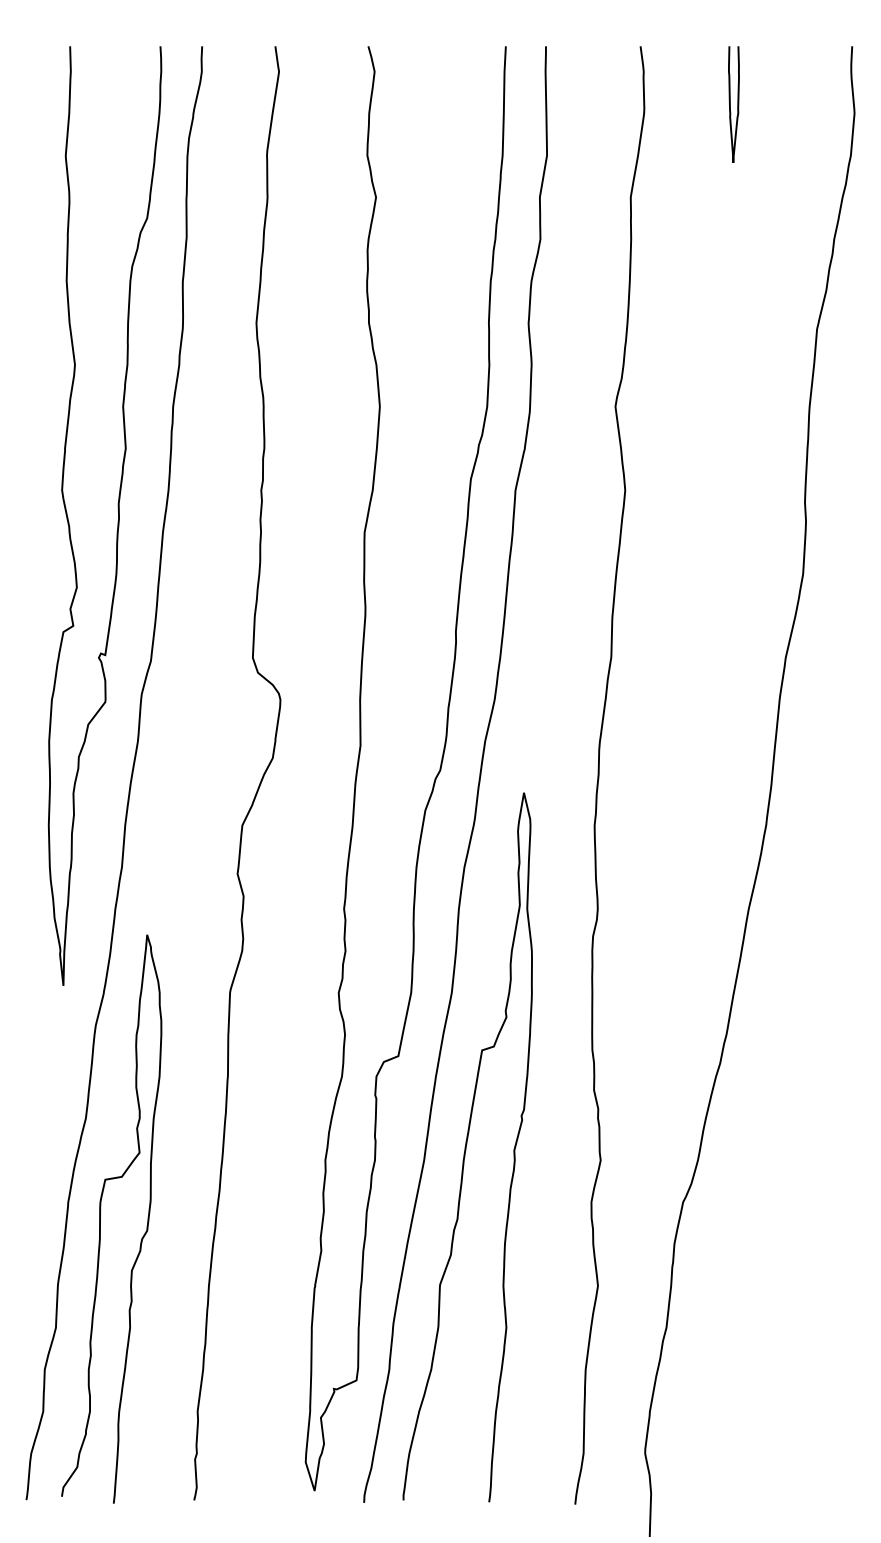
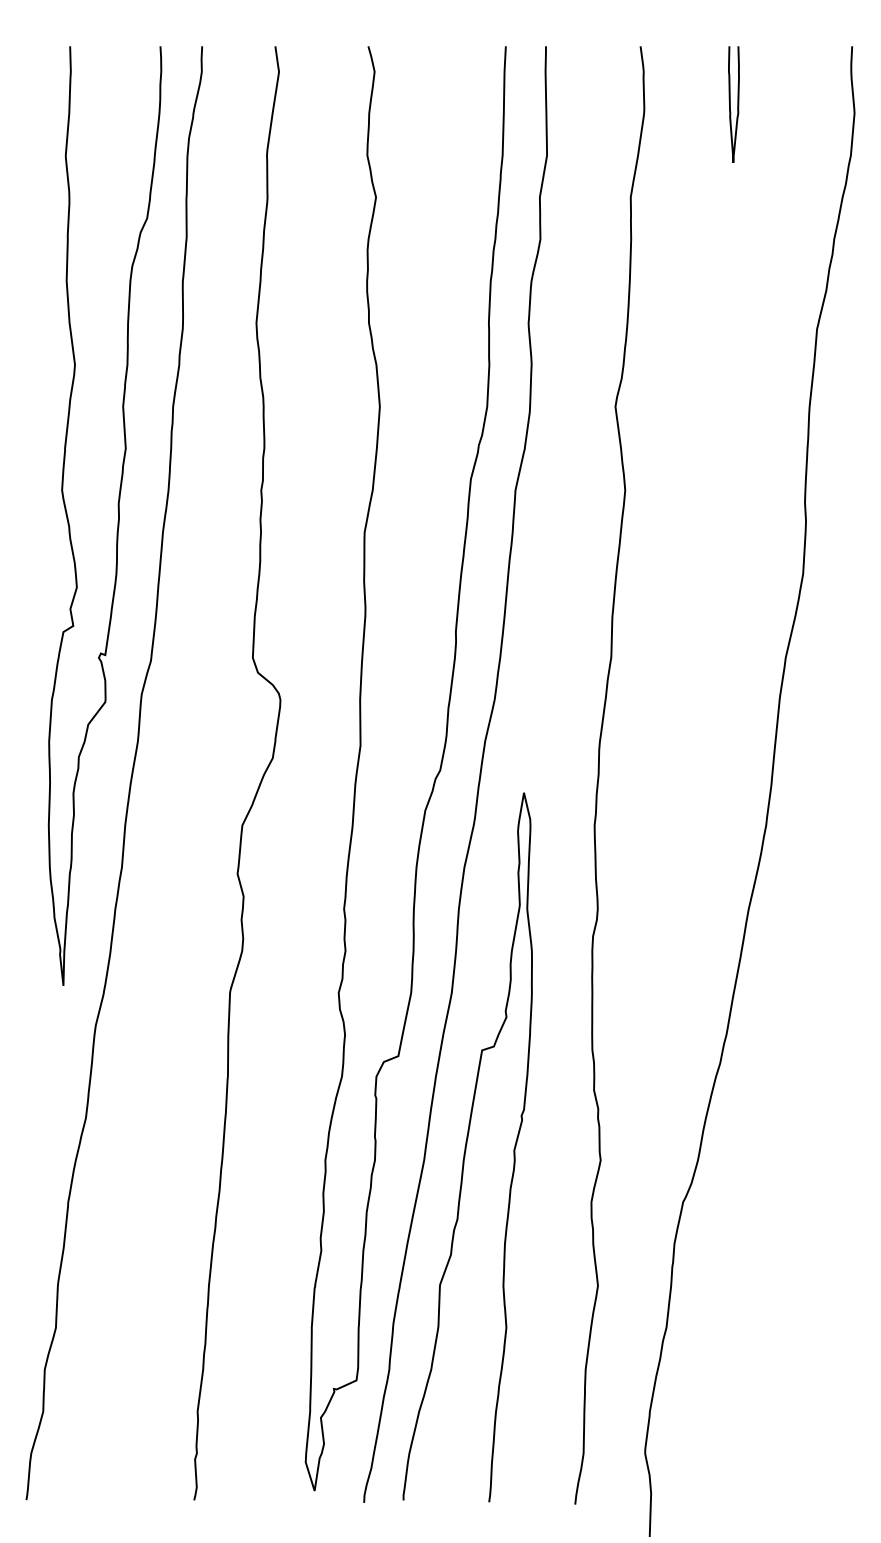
curve at (100, 1218): present -> none
